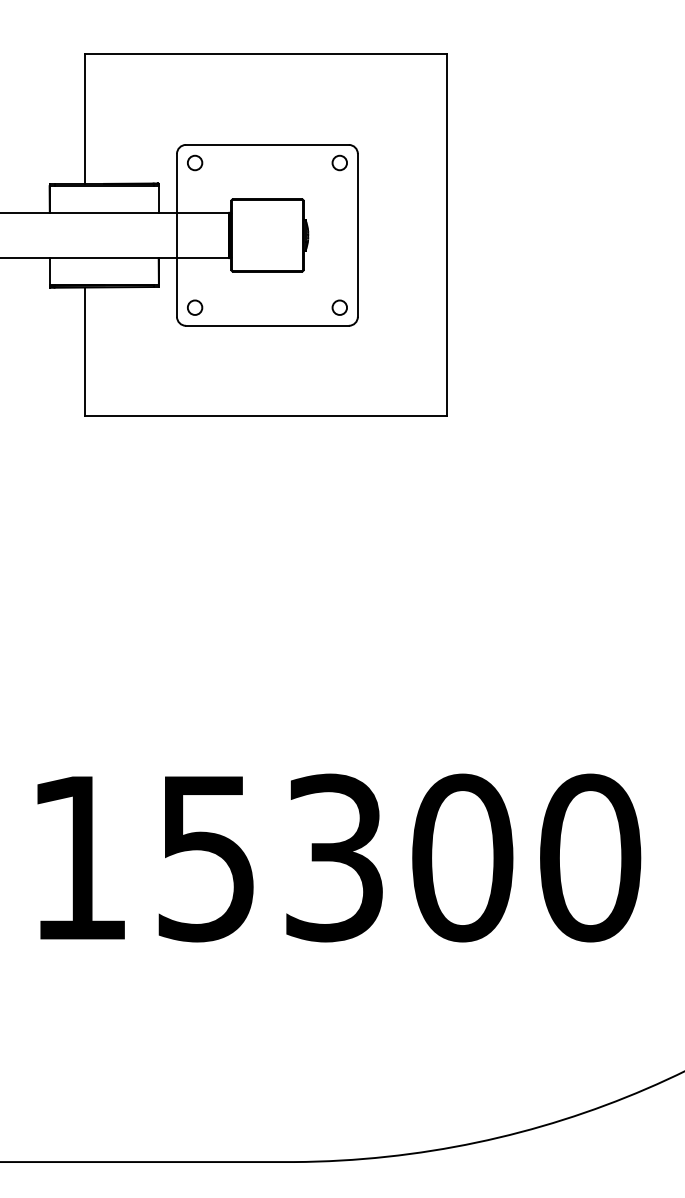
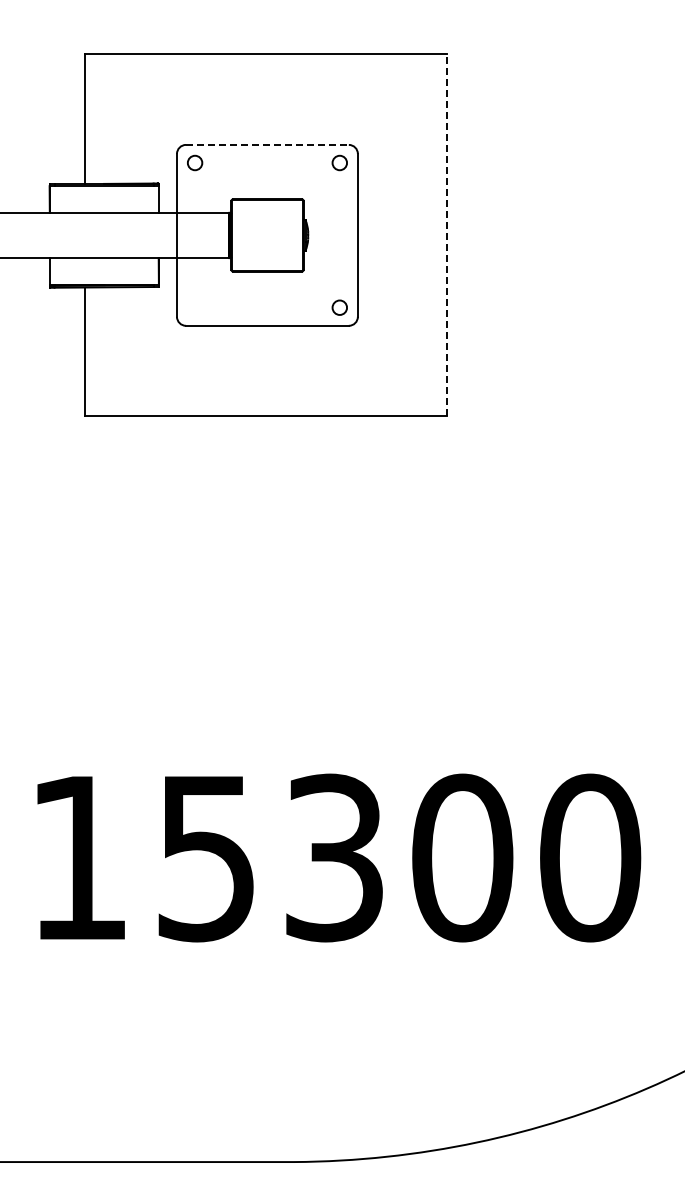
line at (267, 144): solid -> dashed
line at (446, 235): solid -> dashed
circle at (195, 307): present -> none
